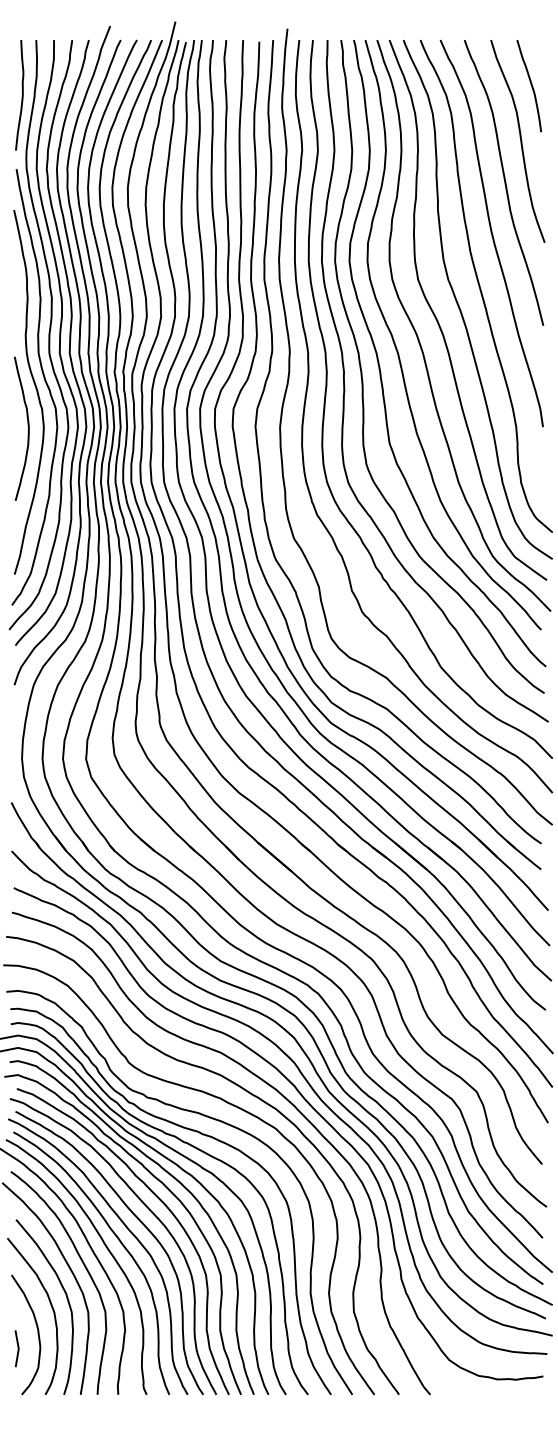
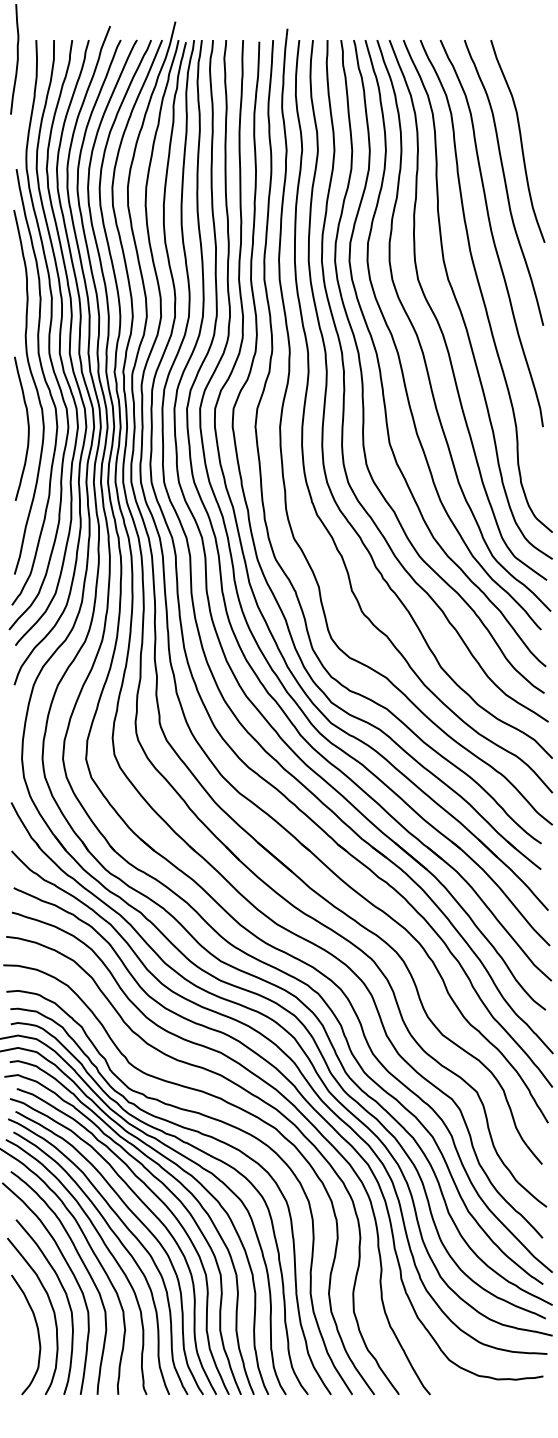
curve at (530, 84): present -> none
curve at (21, 96) position: (21, 96) -> (16, 60)
line at (17, 1348): present -> none
